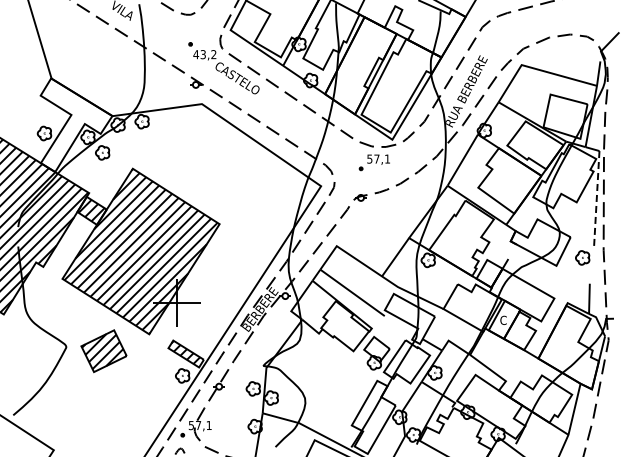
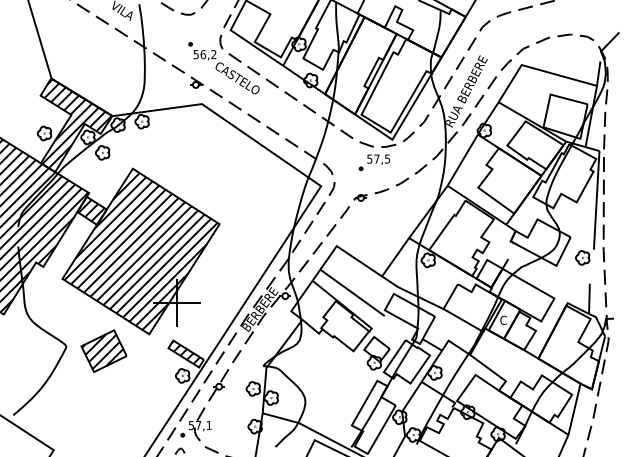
text at (199, 54): 43,2 -> 56,2
hatch at (77, 123): none -> present
text at (387, 158): 57,1 -> 57,5
line at (596, 200): dashed -> solid
